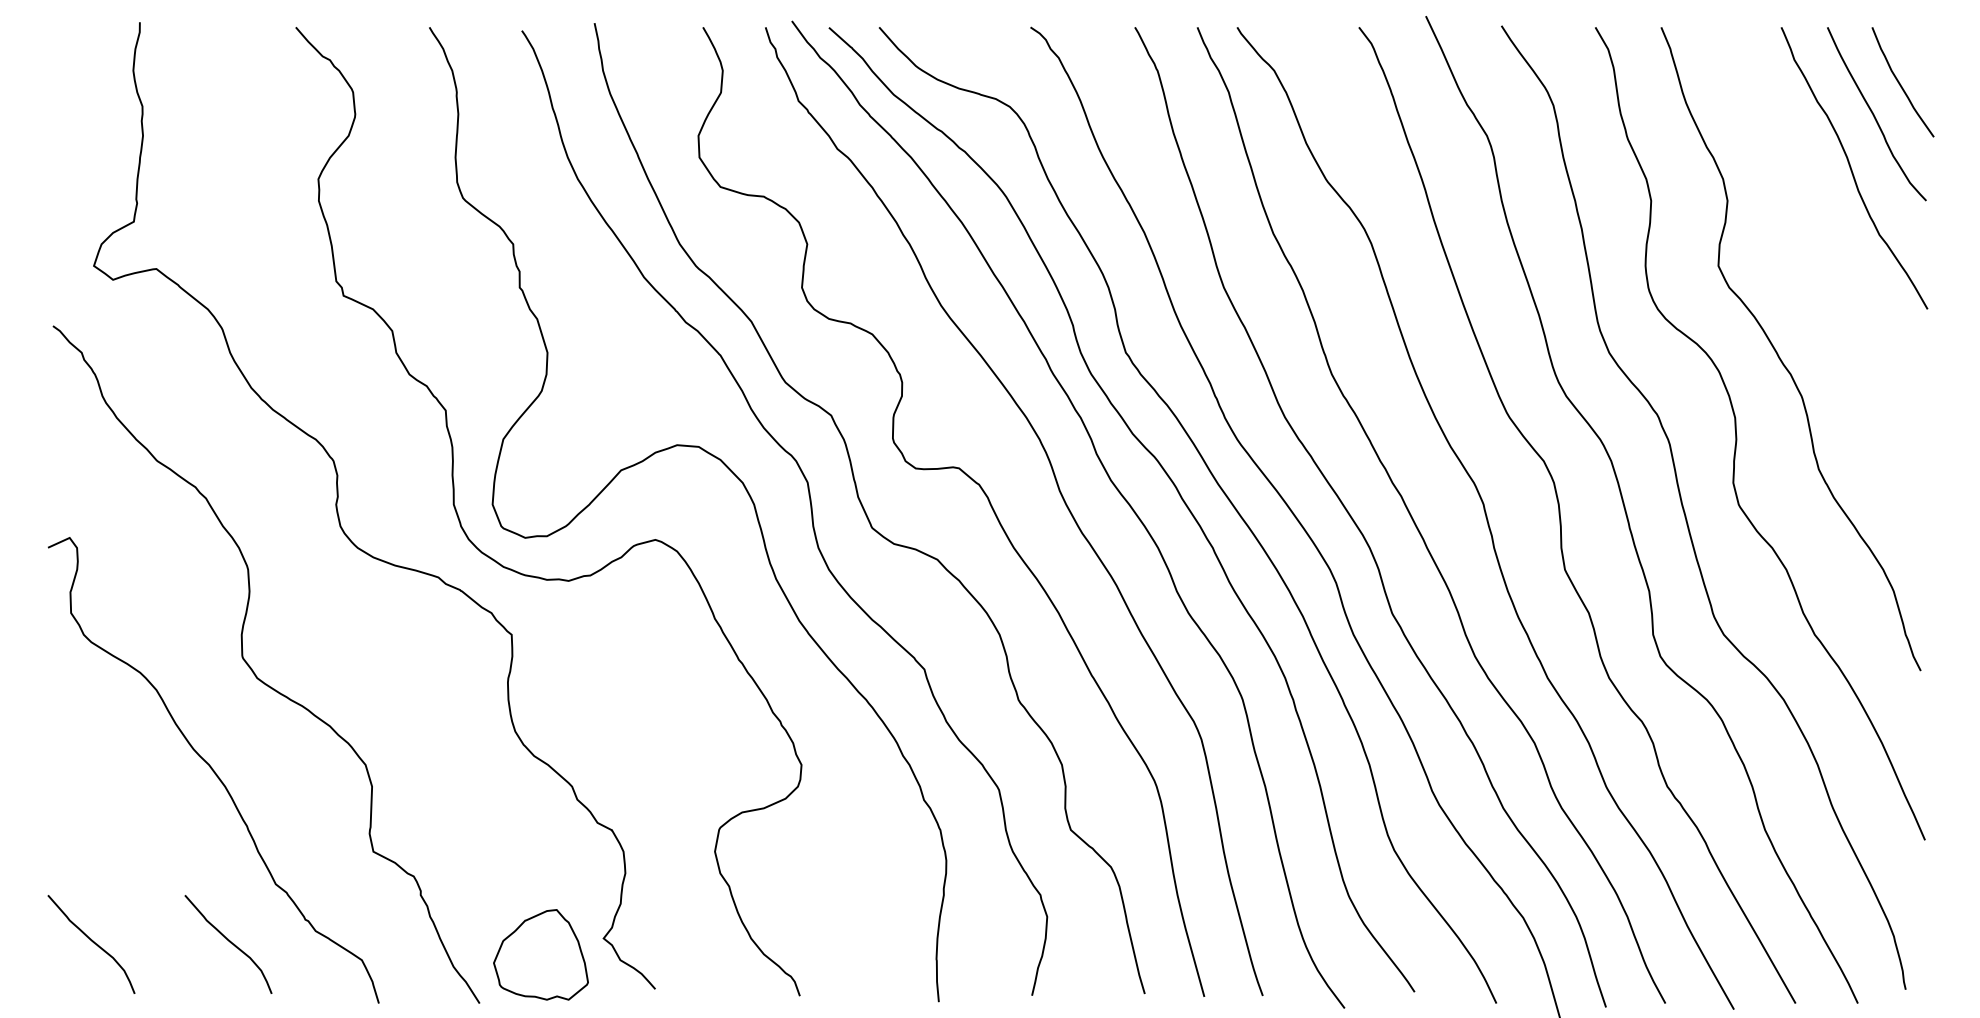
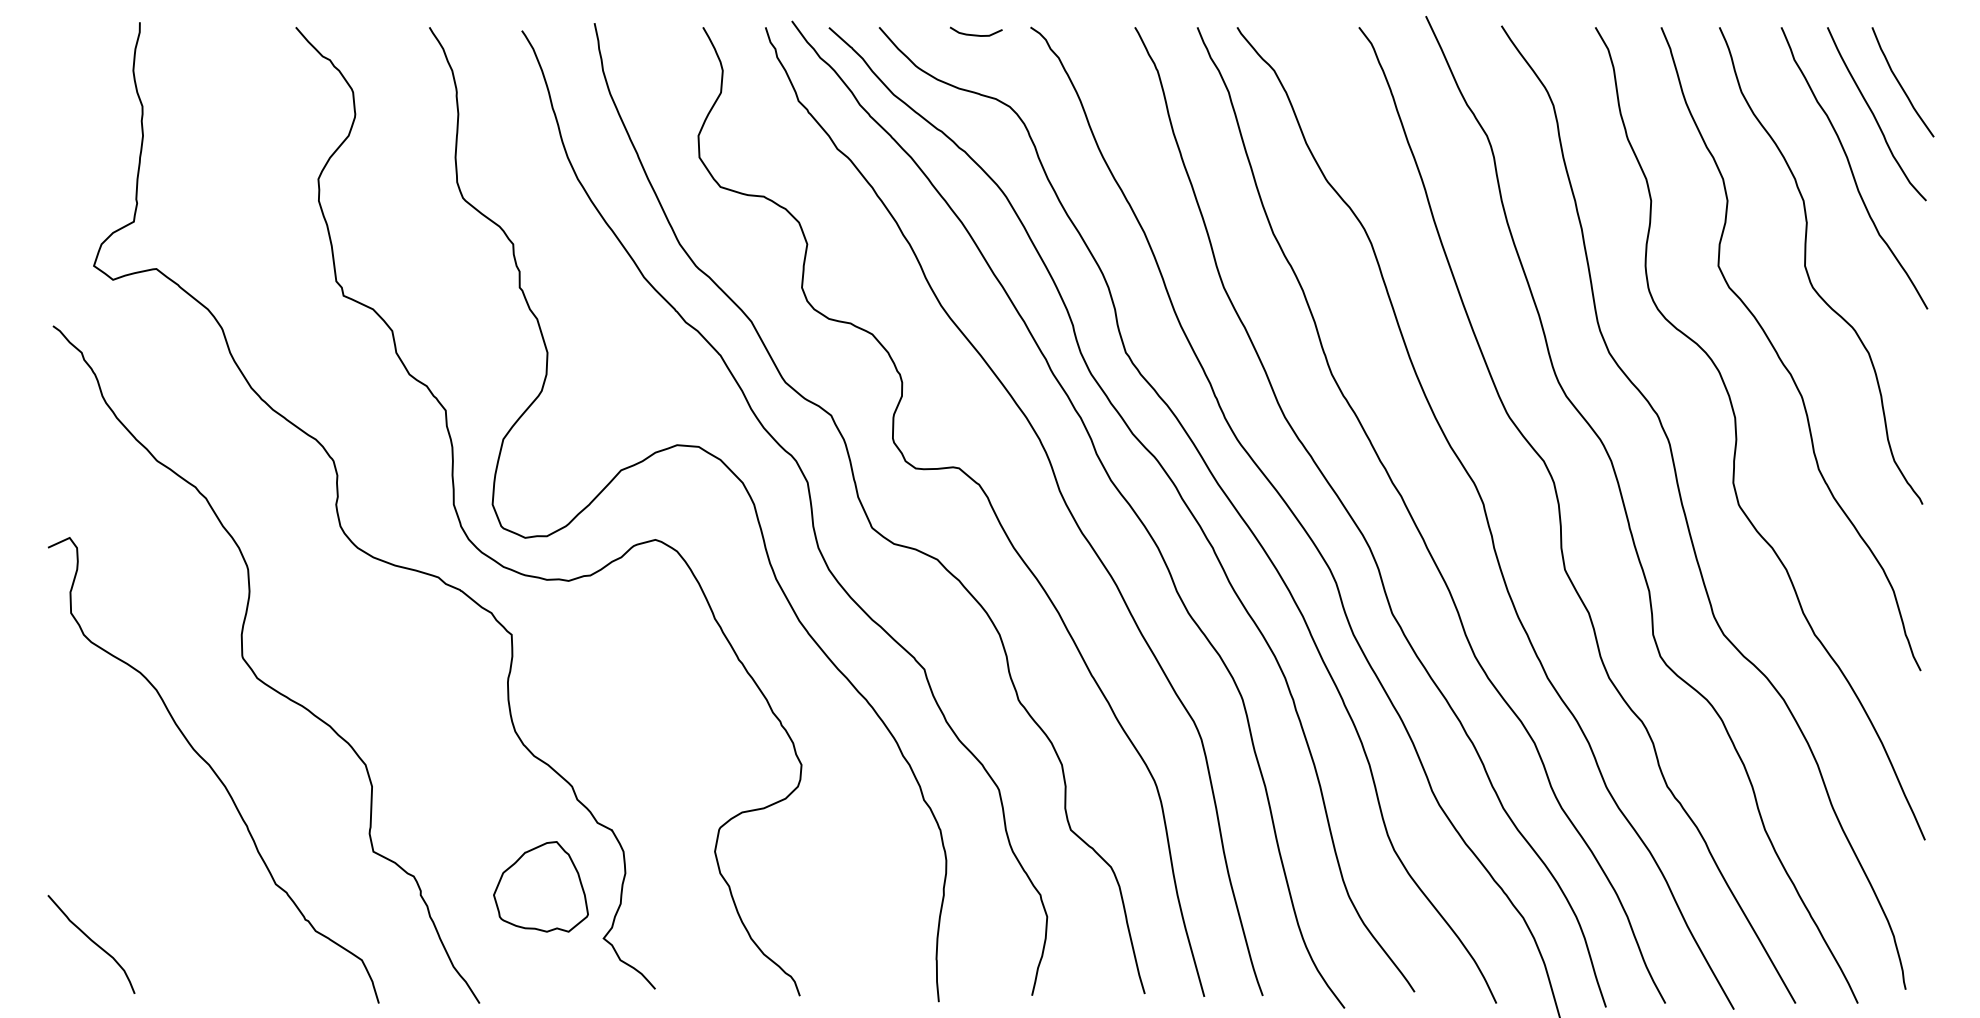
curve at (976, 34): none -> present
curve at (1807, 269): none -> present
curve at (229, 942): present -> none
part at (540, 954) position: (540, 954) -> (540, 886)
